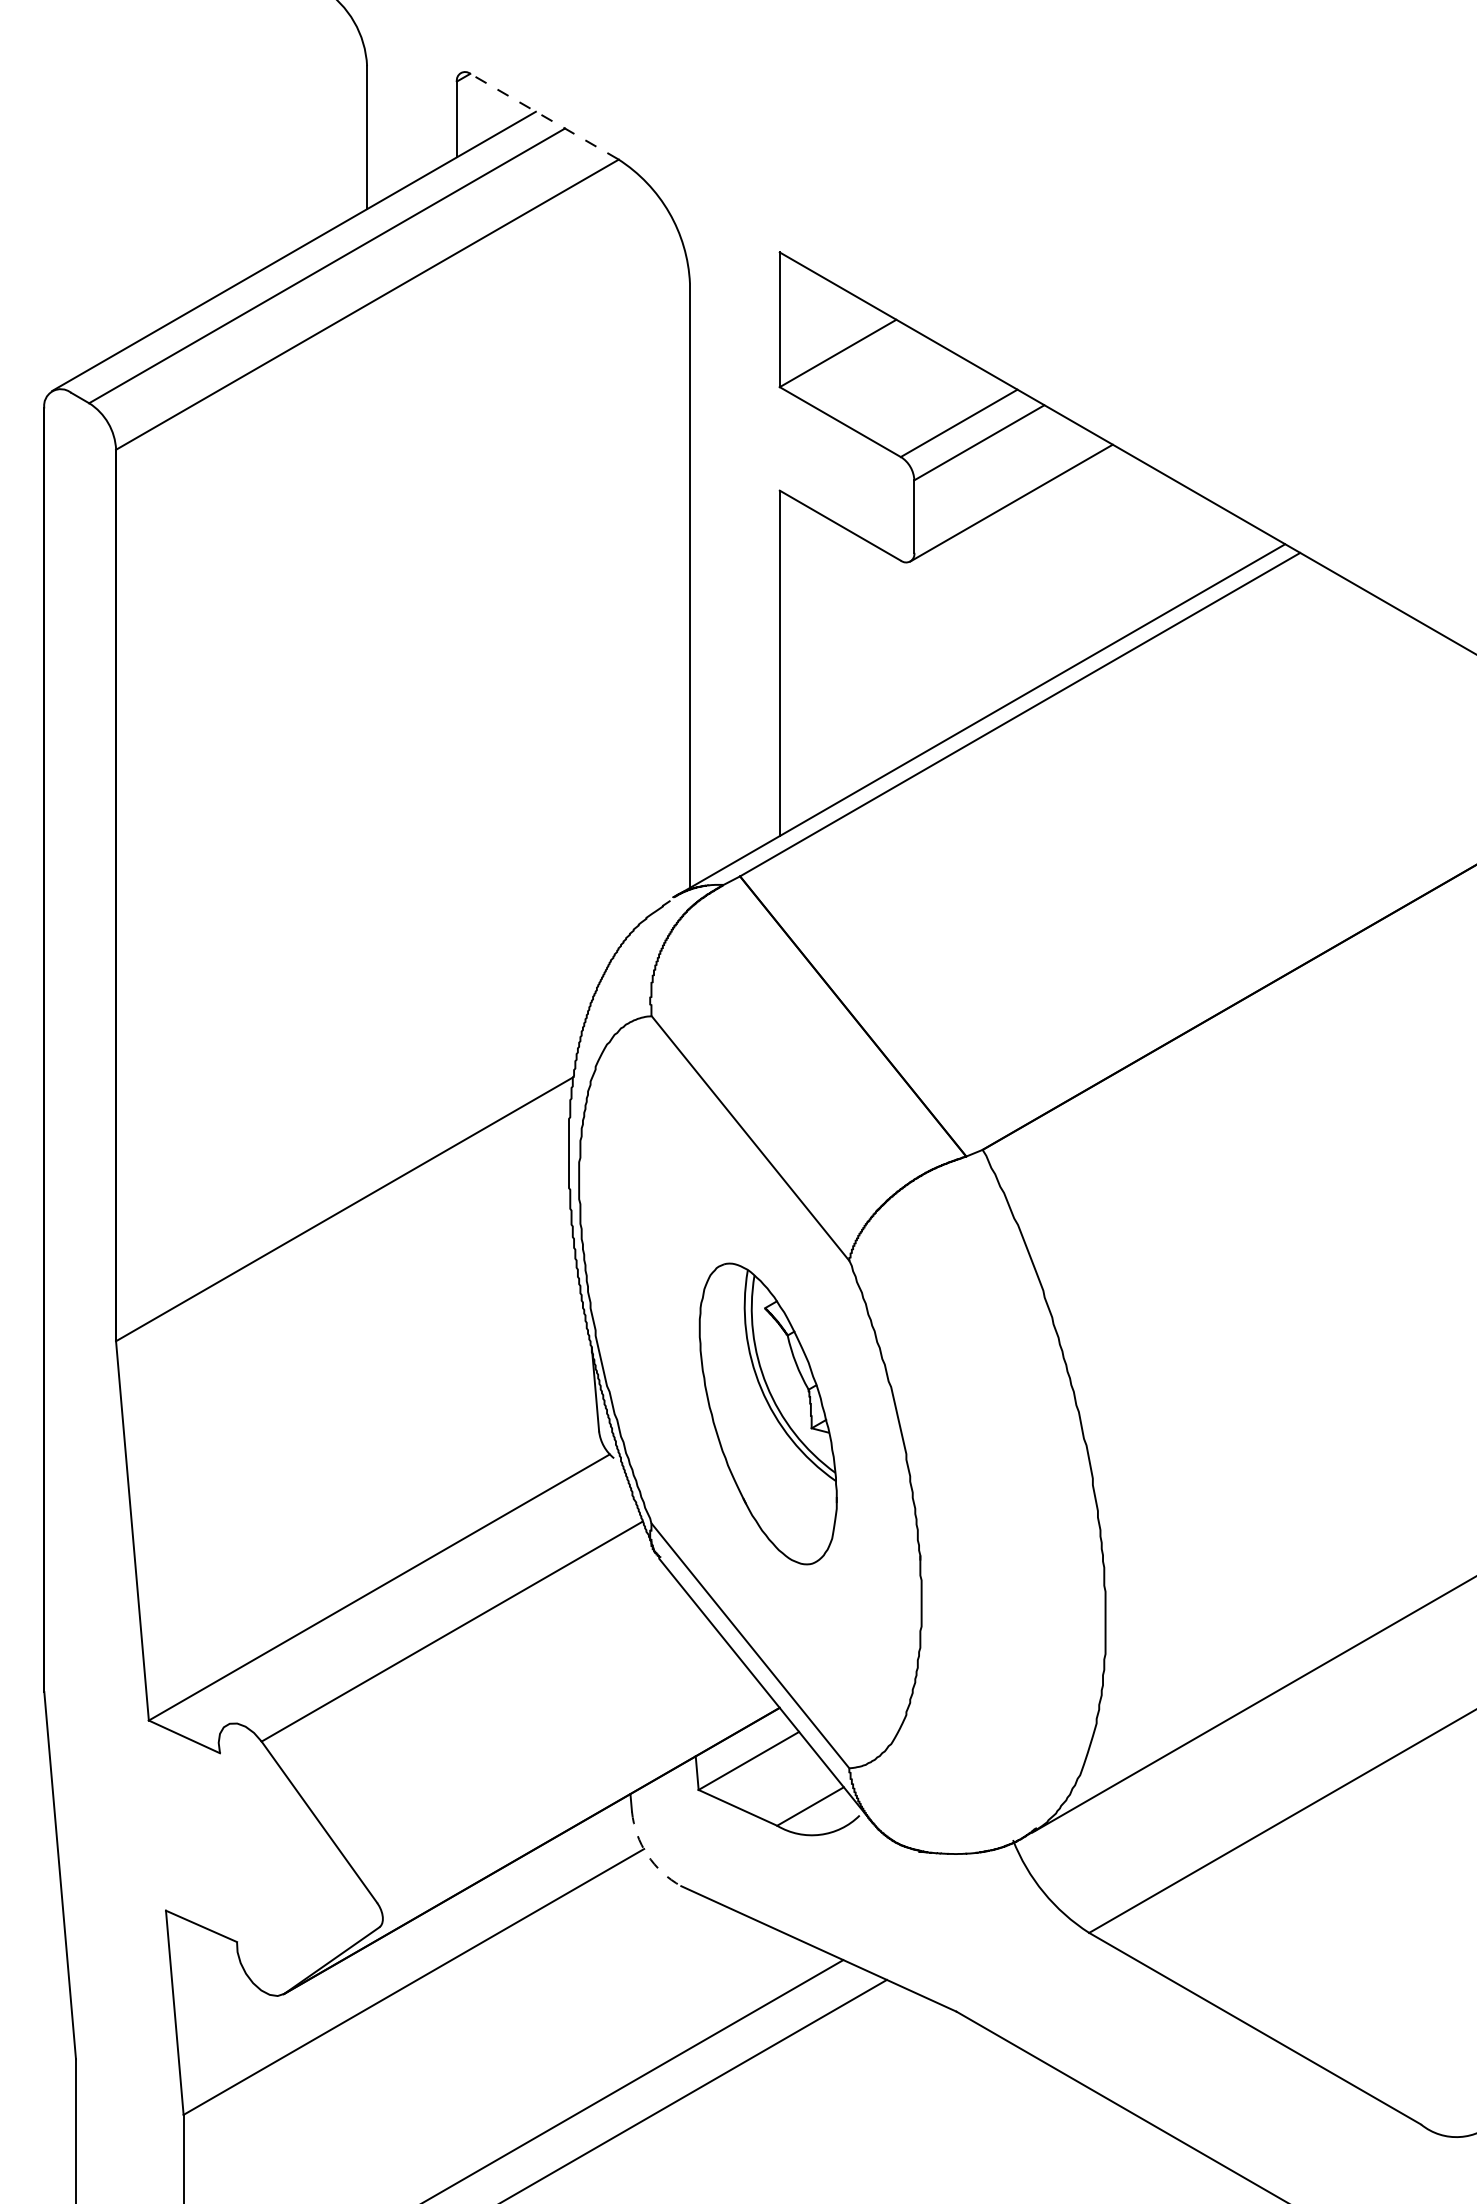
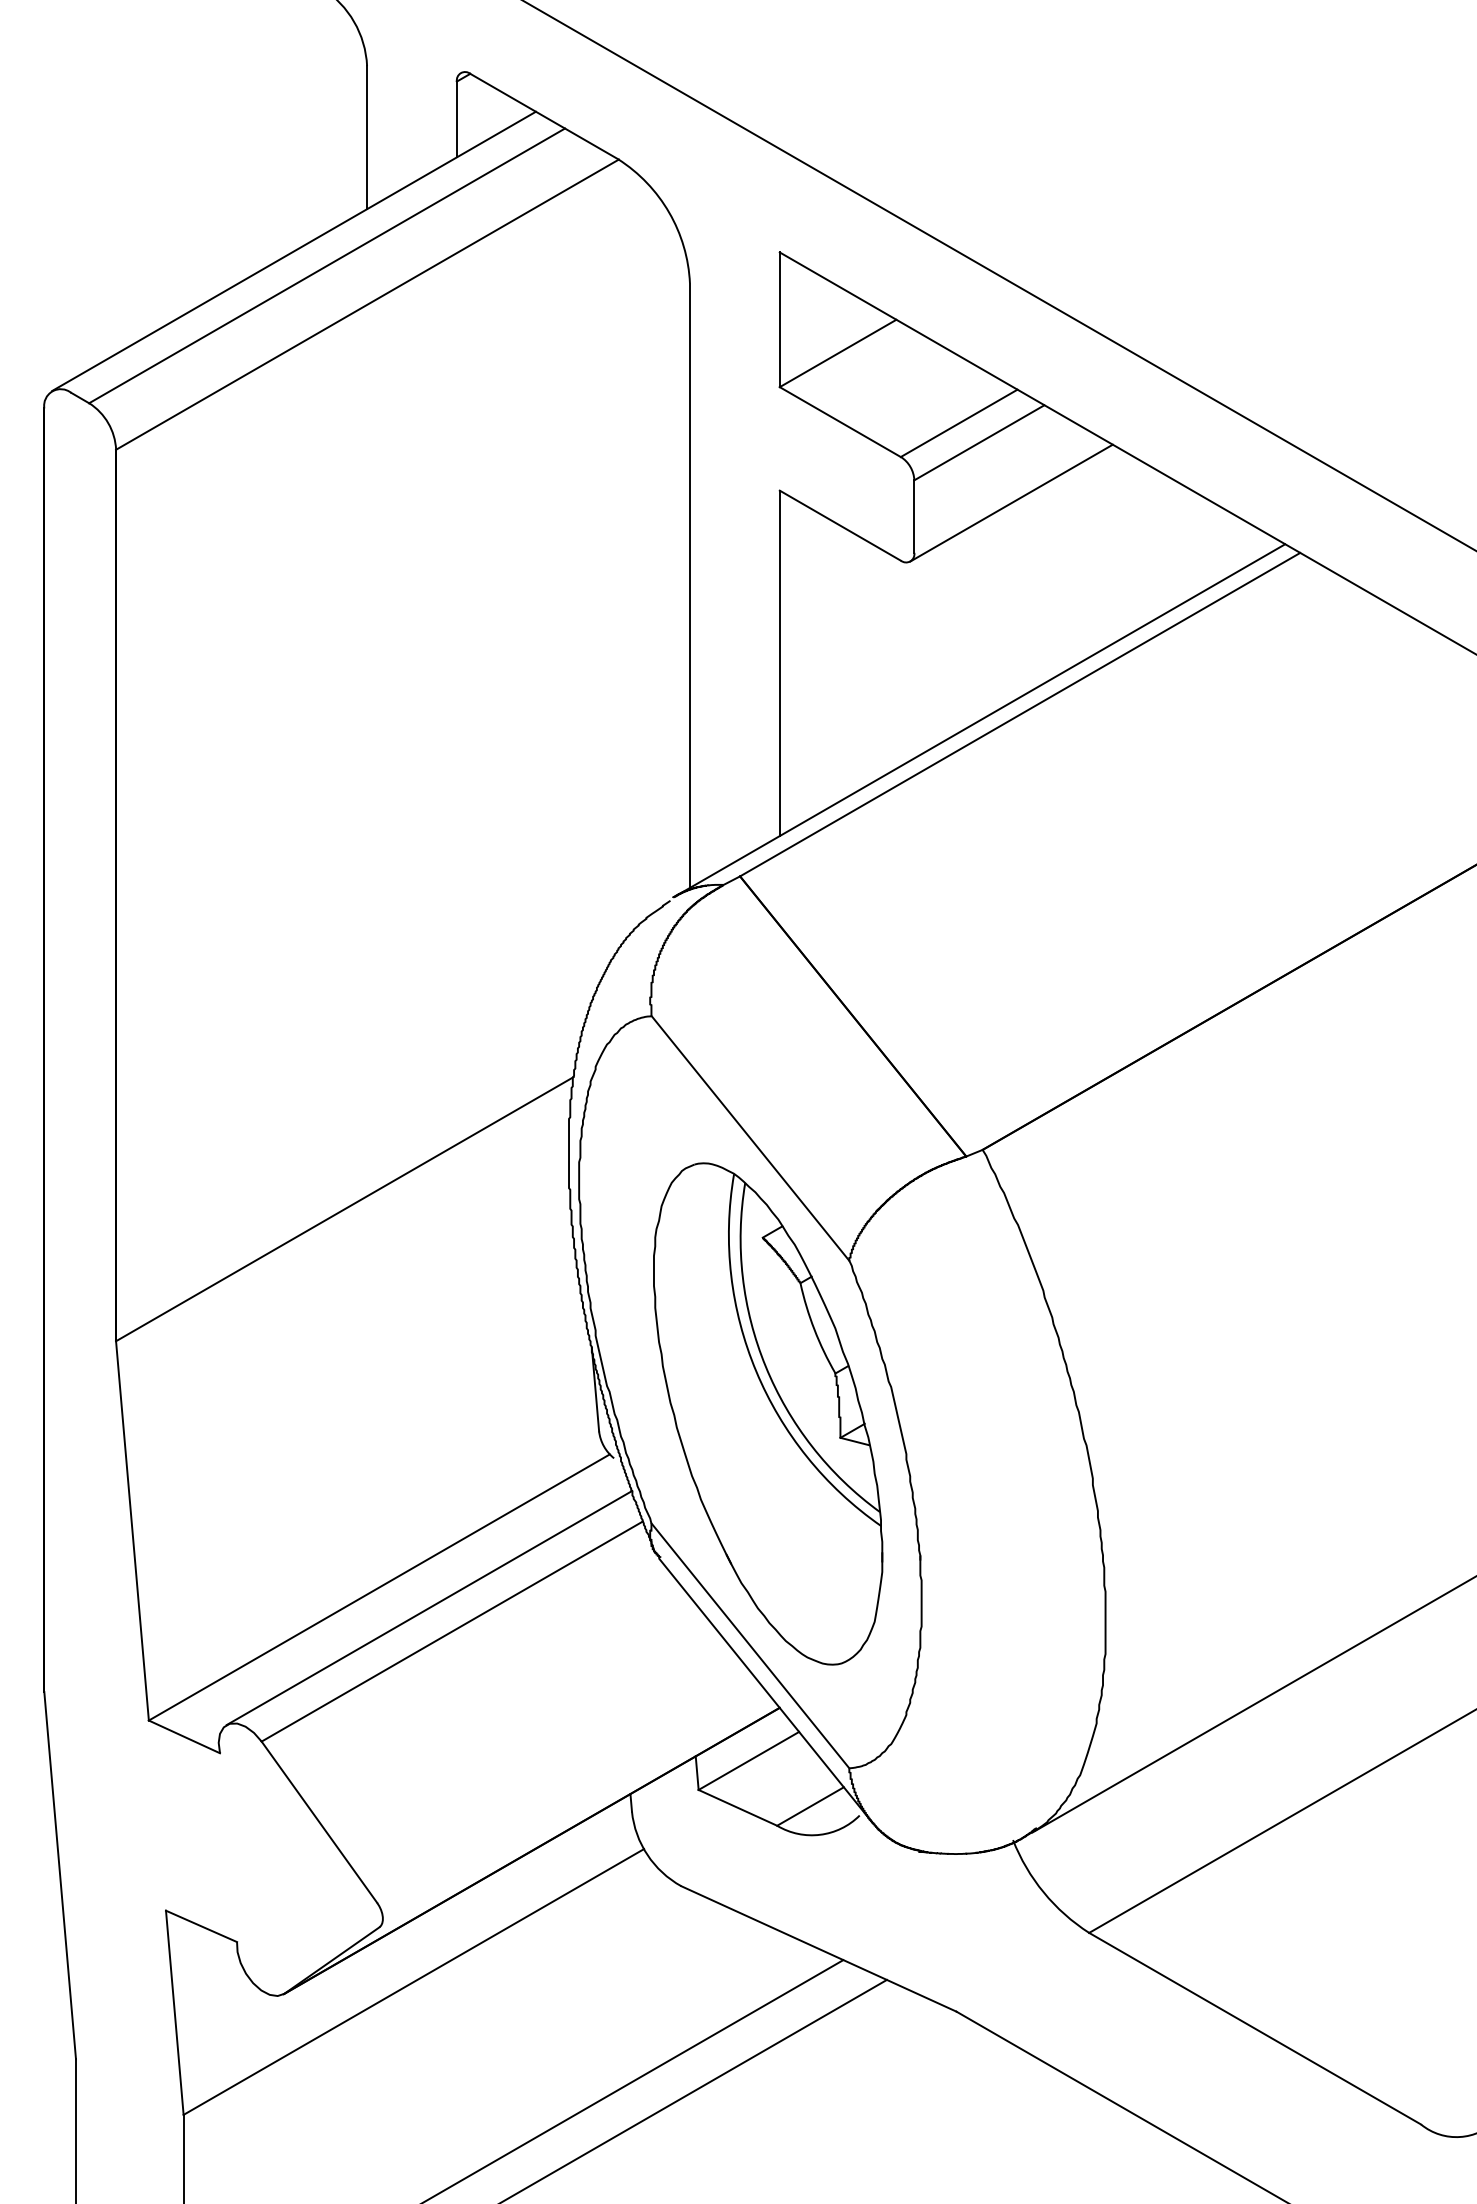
line at (543, 116): dashed -> solid
line at (999, 275): none -> present
part at (767, 1413) size: 140x304 px -> 231x504 px
line at (429, 1607): none -> present
arc at (647, 1854): dashed -> solid
